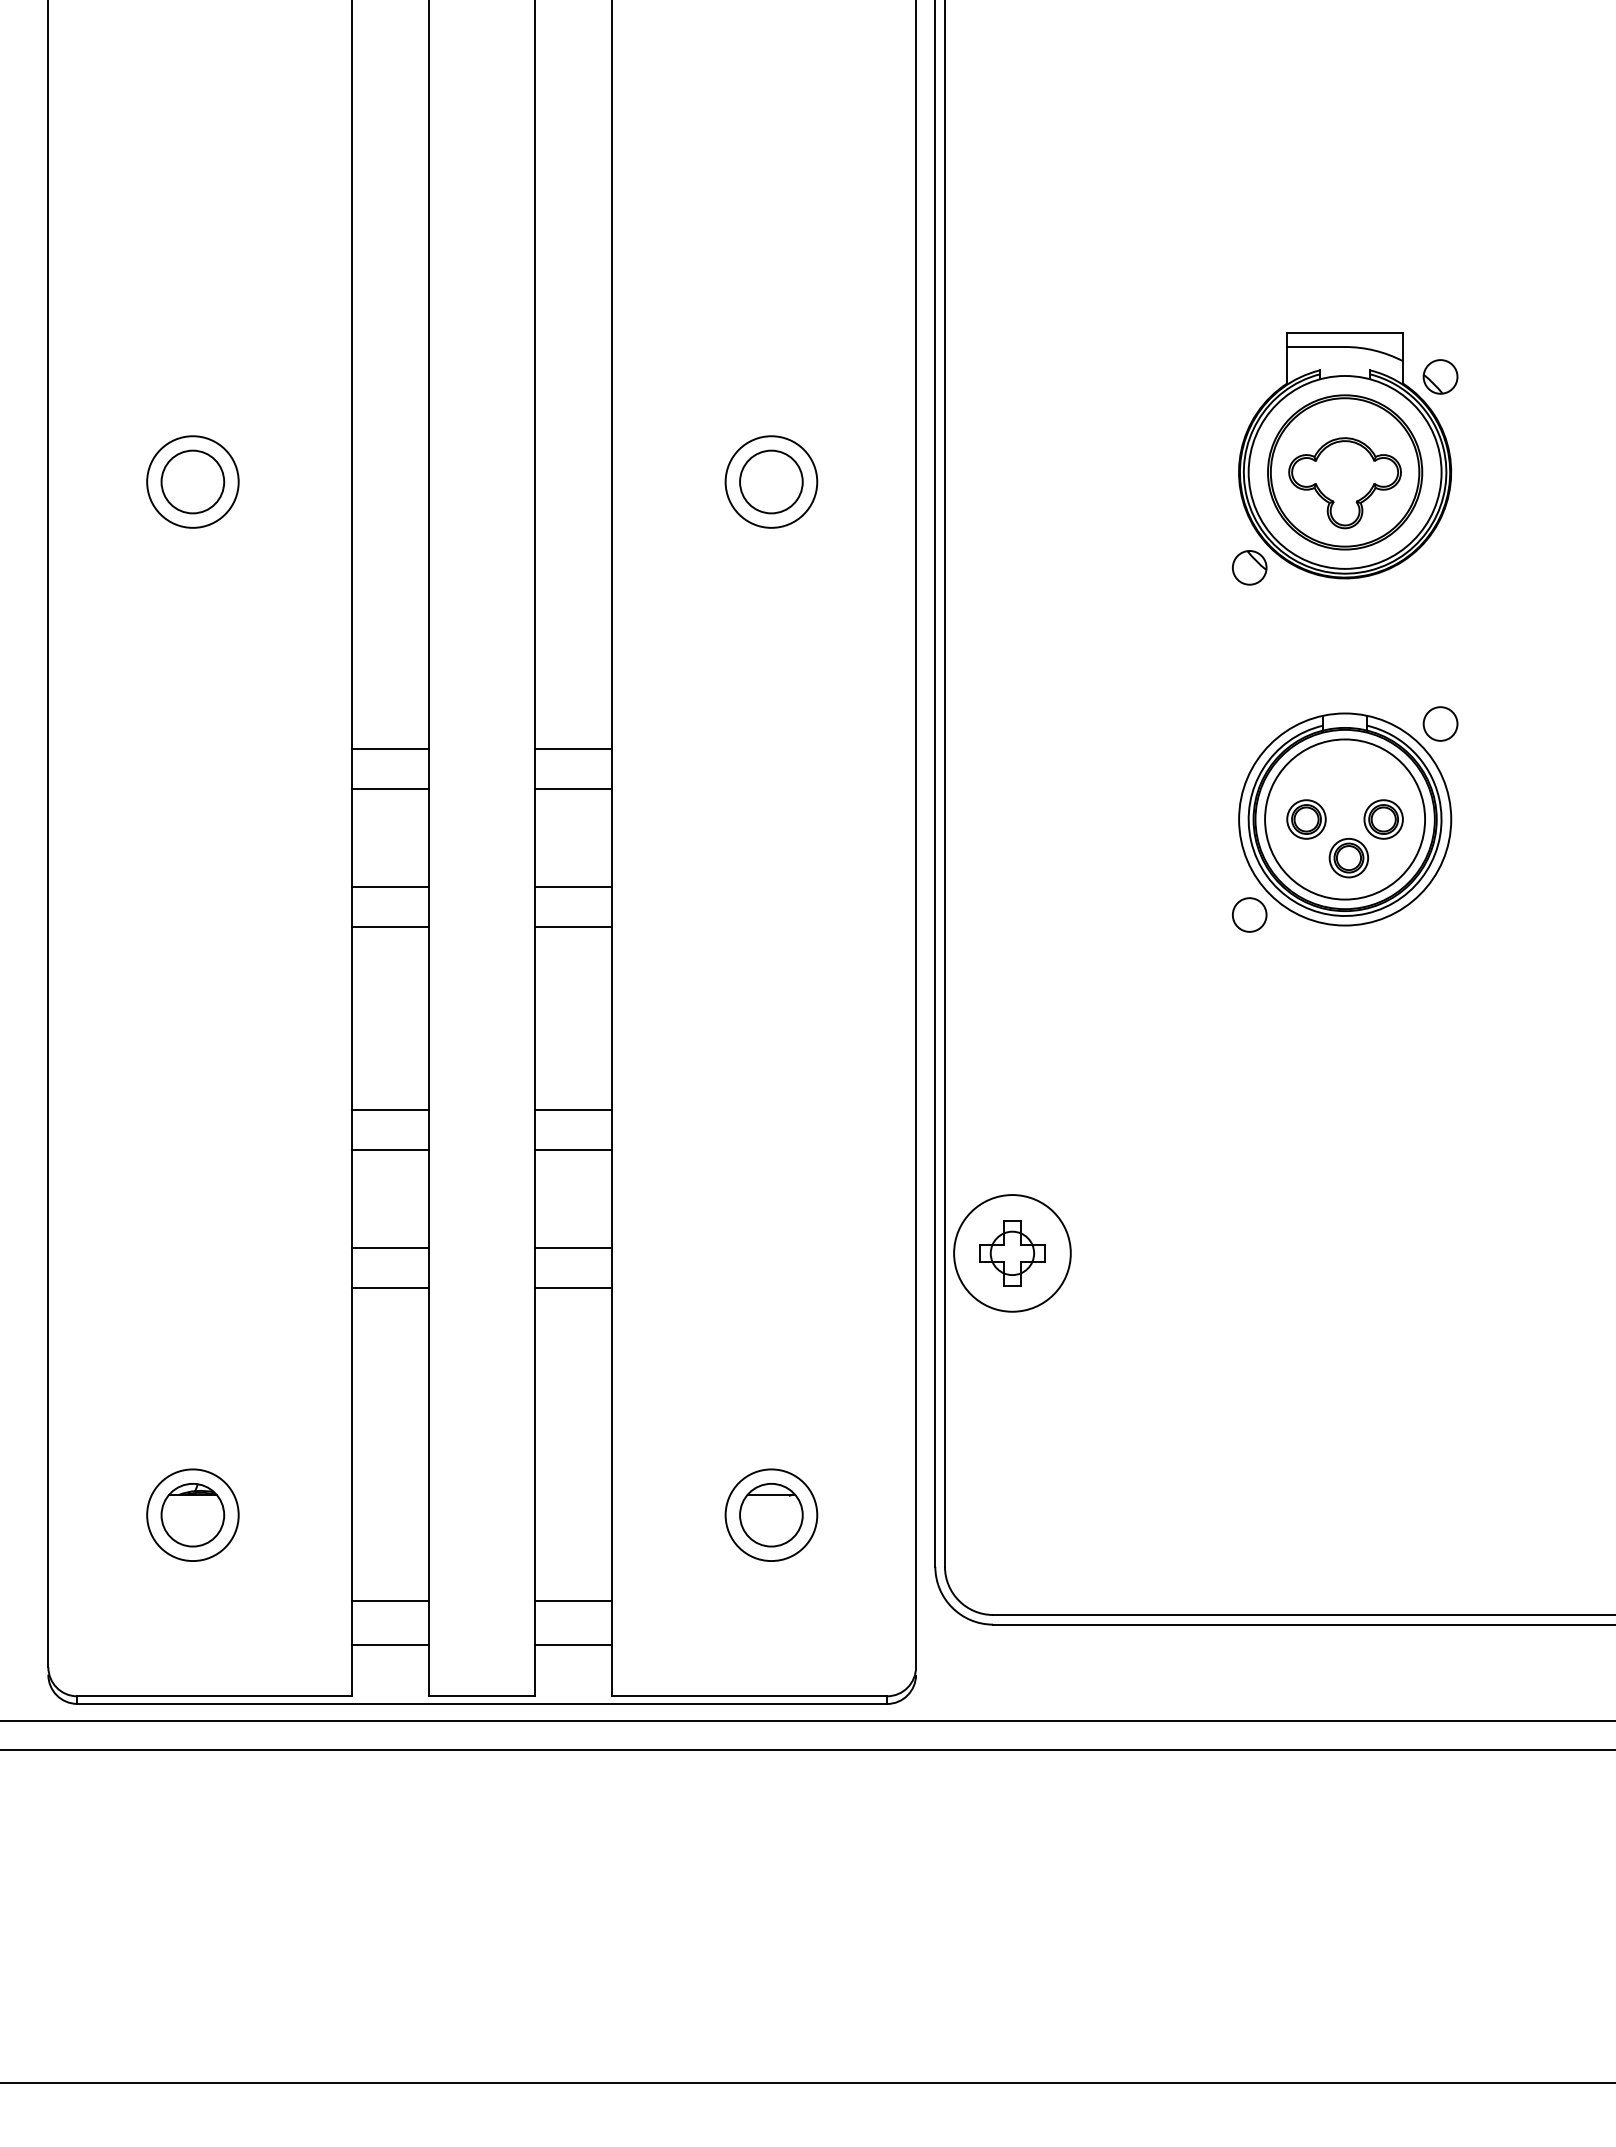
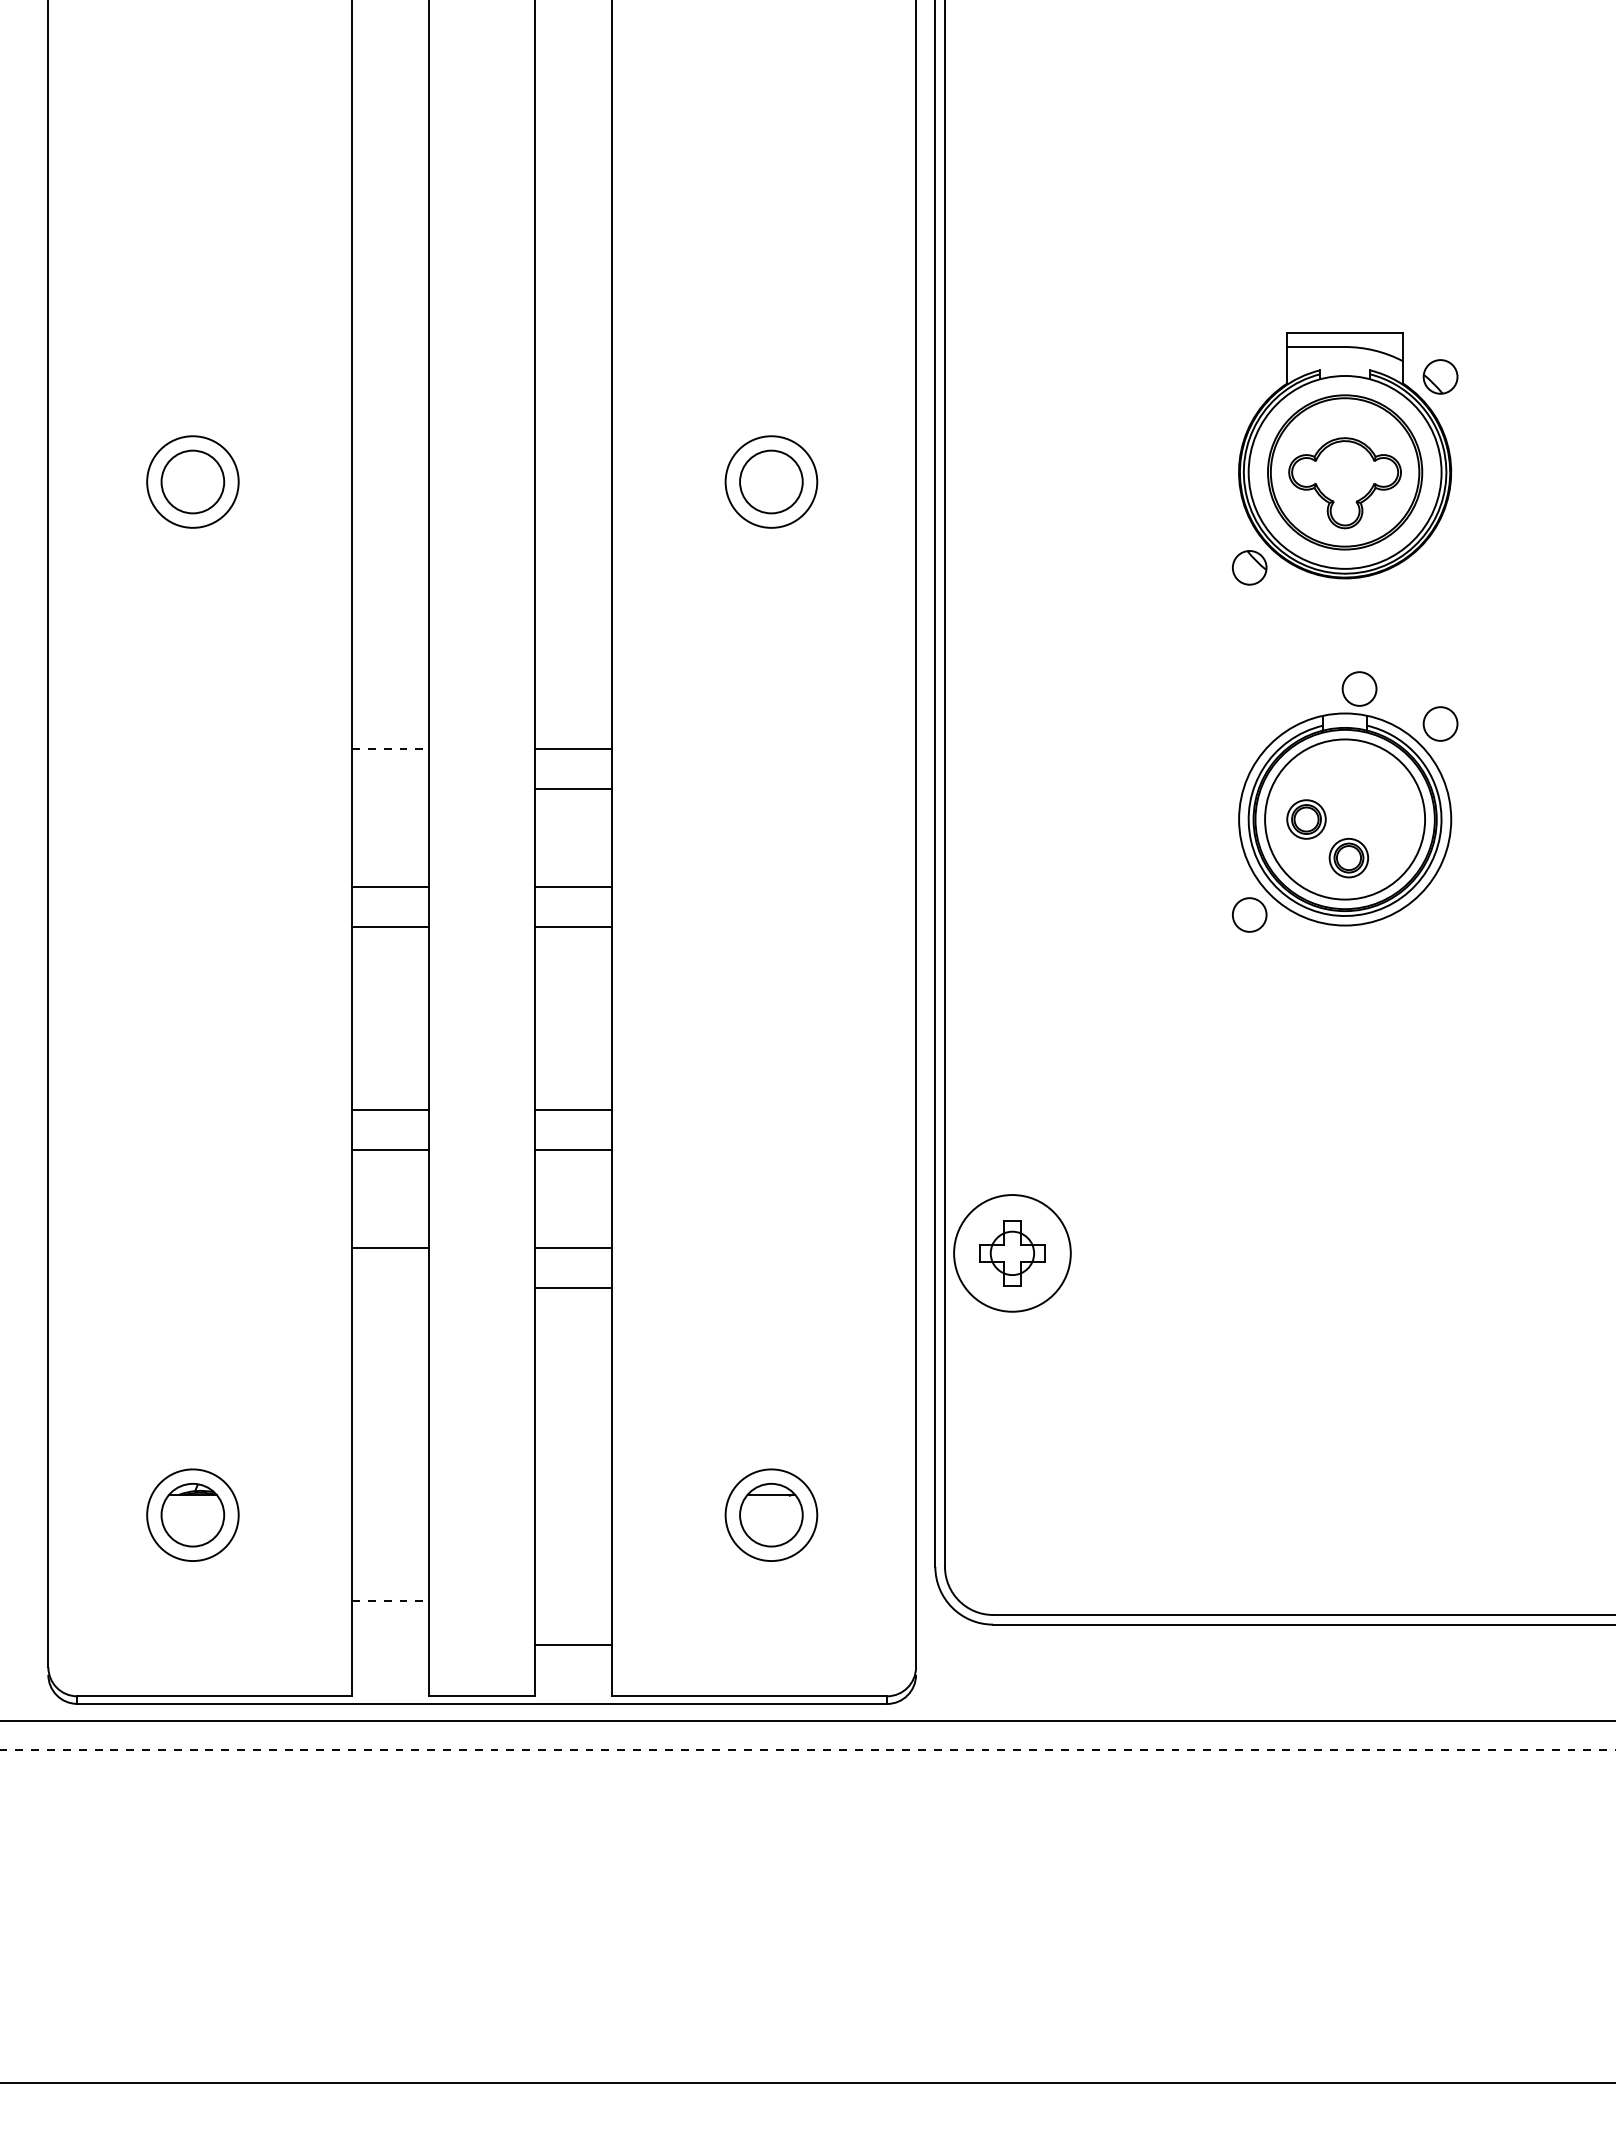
part at (1359, 688): none -> present
line at (390, 748): solid -> dashed
line at (390, 789): present -> none
part at (1383, 819): present -> none
line at (390, 1287): present -> none
line at (390, 1600): solid -> dashed
line at (573, 1600): present -> none
line at (390, 1644): present -> none
line at (807, 1749): solid -> dashed
